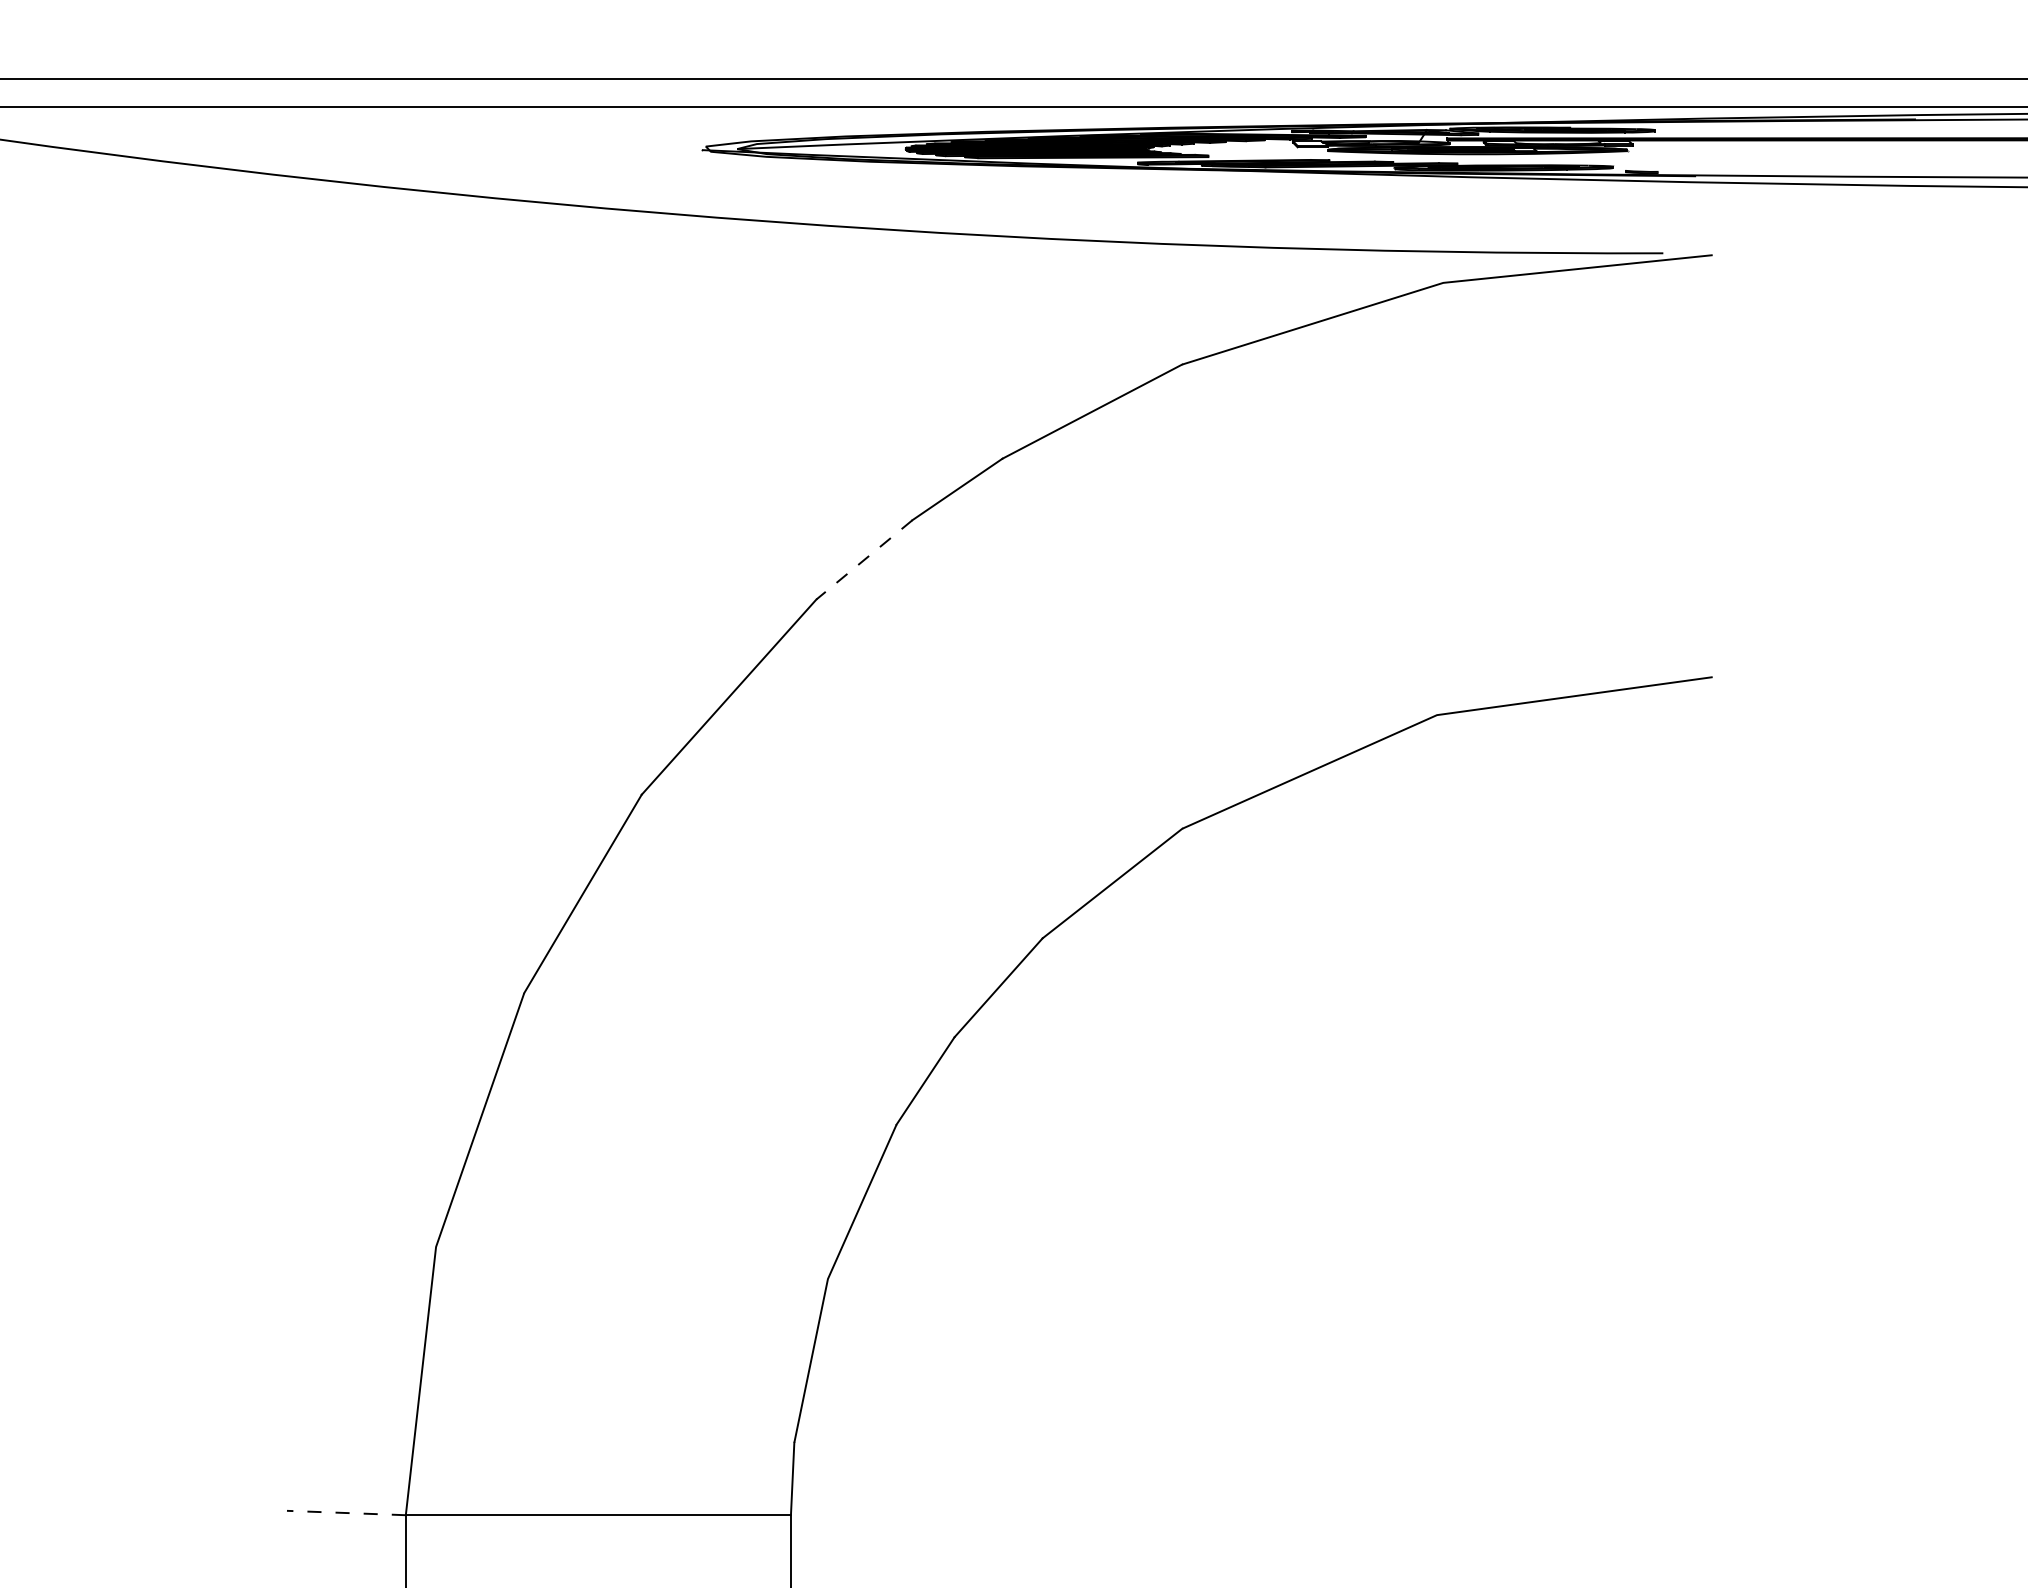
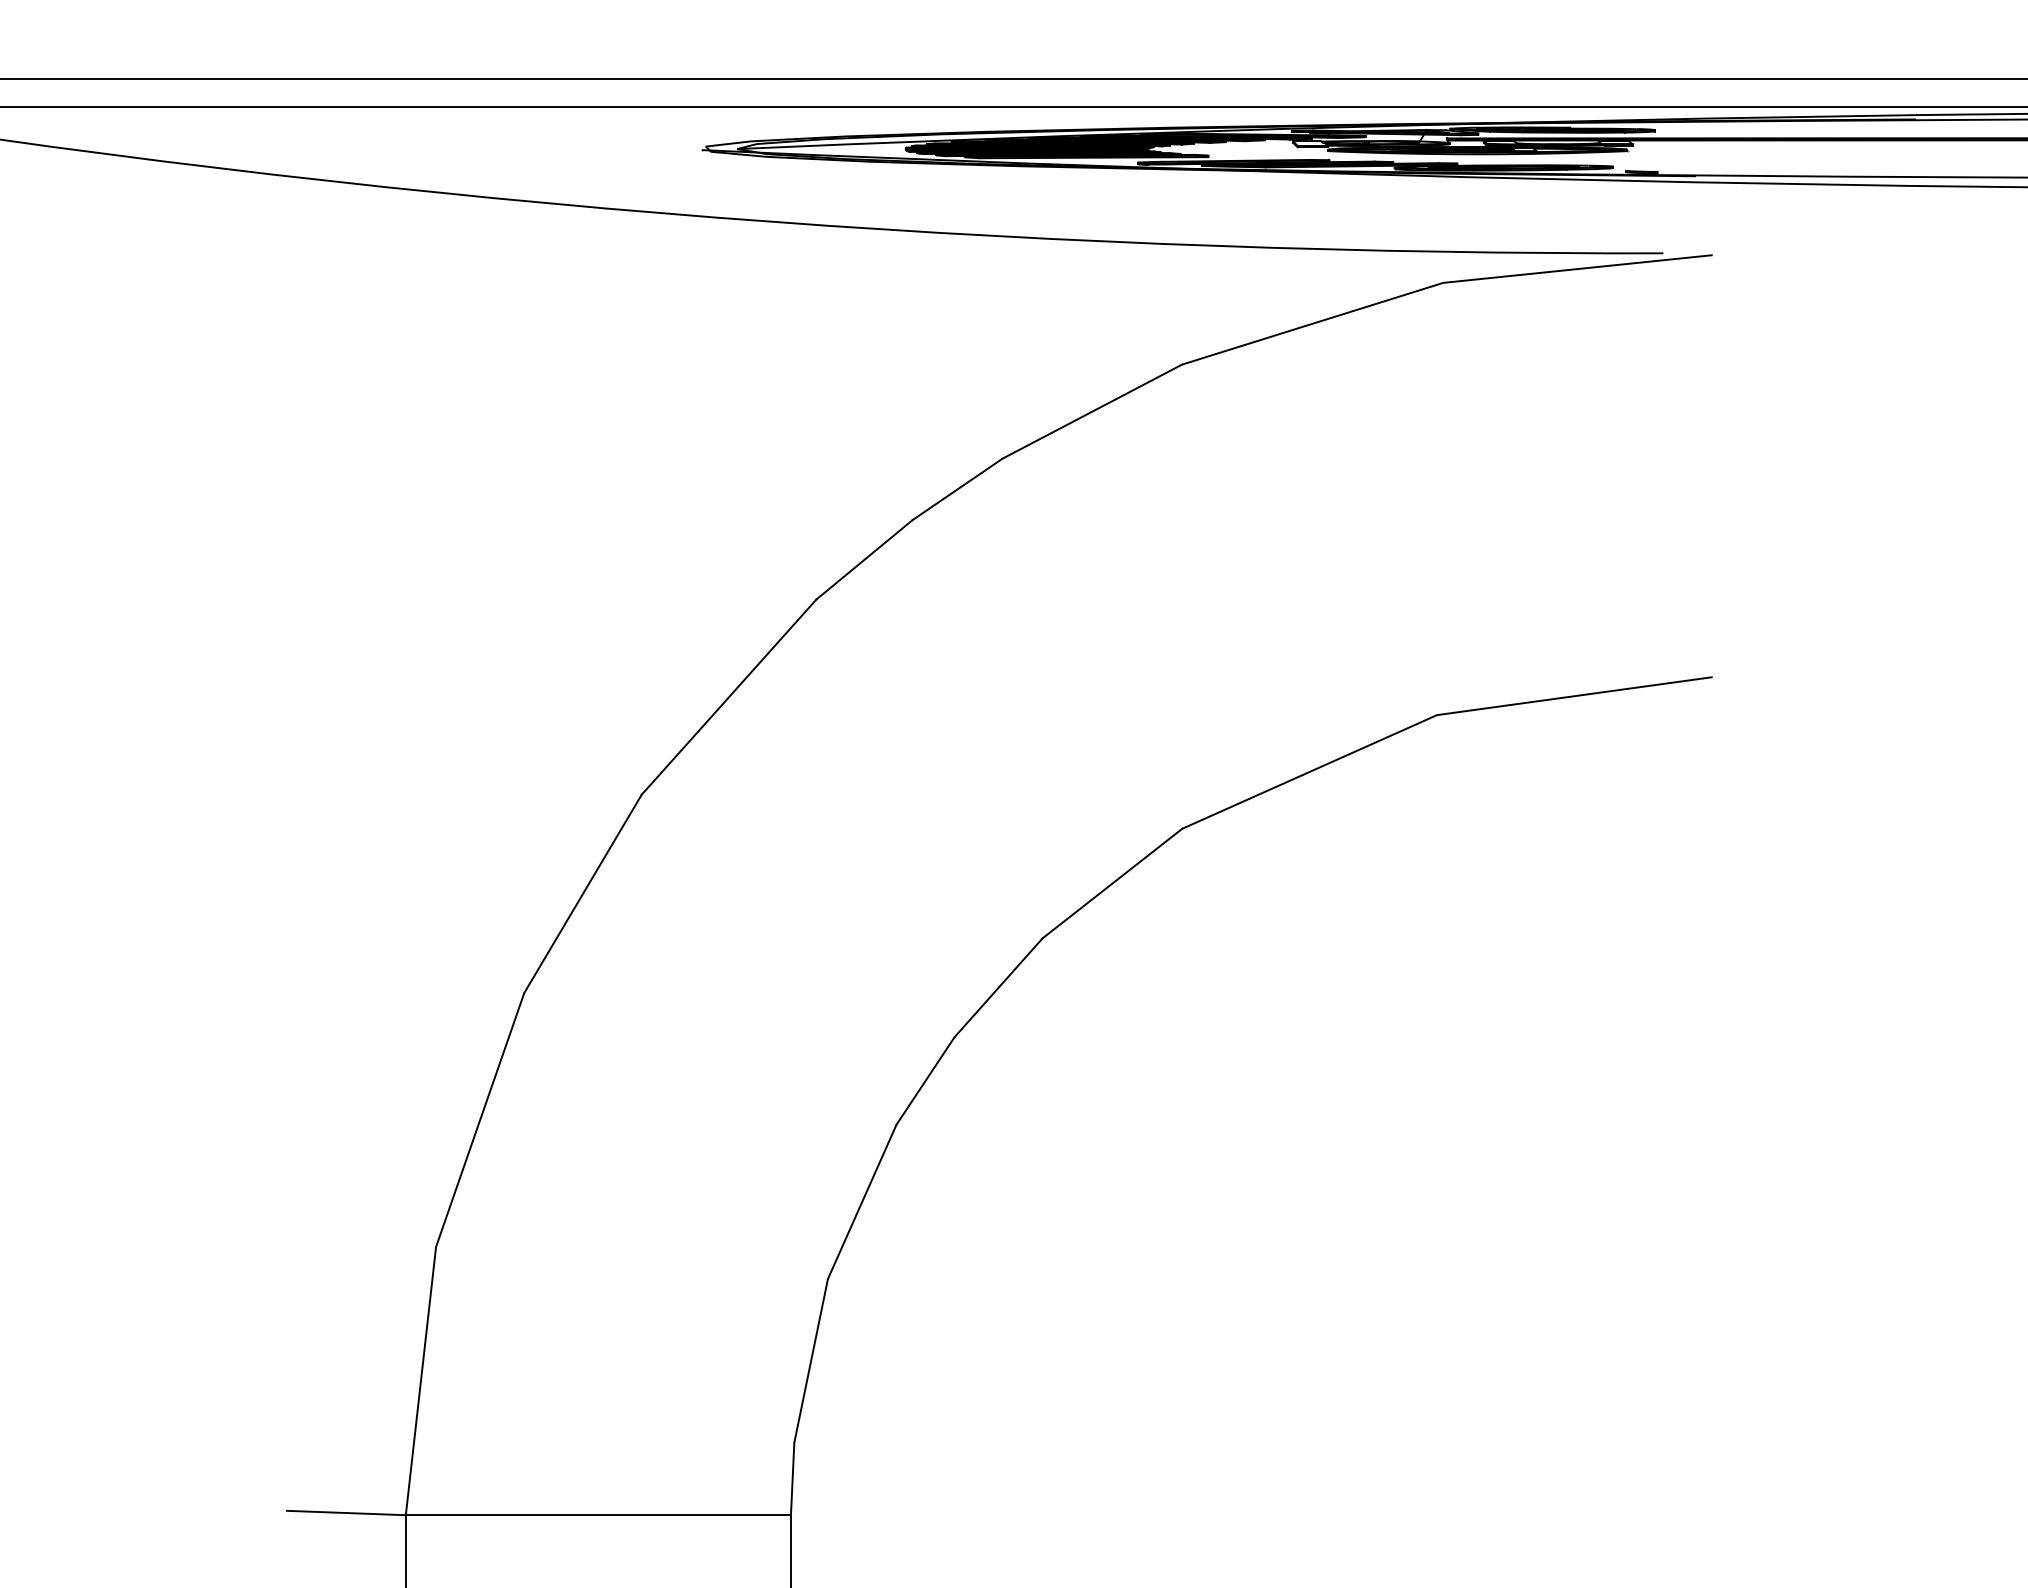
line at (864, 560): dashed -> solid
line at (345, 1513): dashed -> solid
